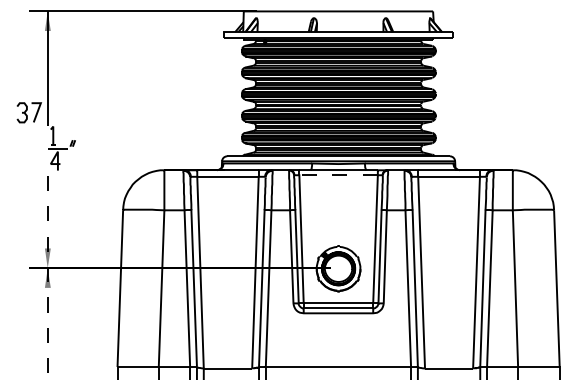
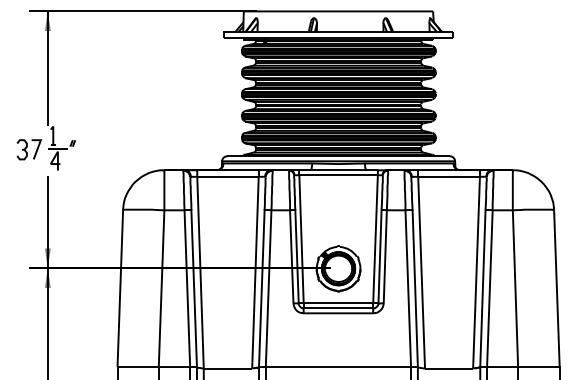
part at (28, 112) position: (28, 112) -> (28, 149)
line at (338, 175): dashed -> solid
line at (47, 277): dashed -> solid
